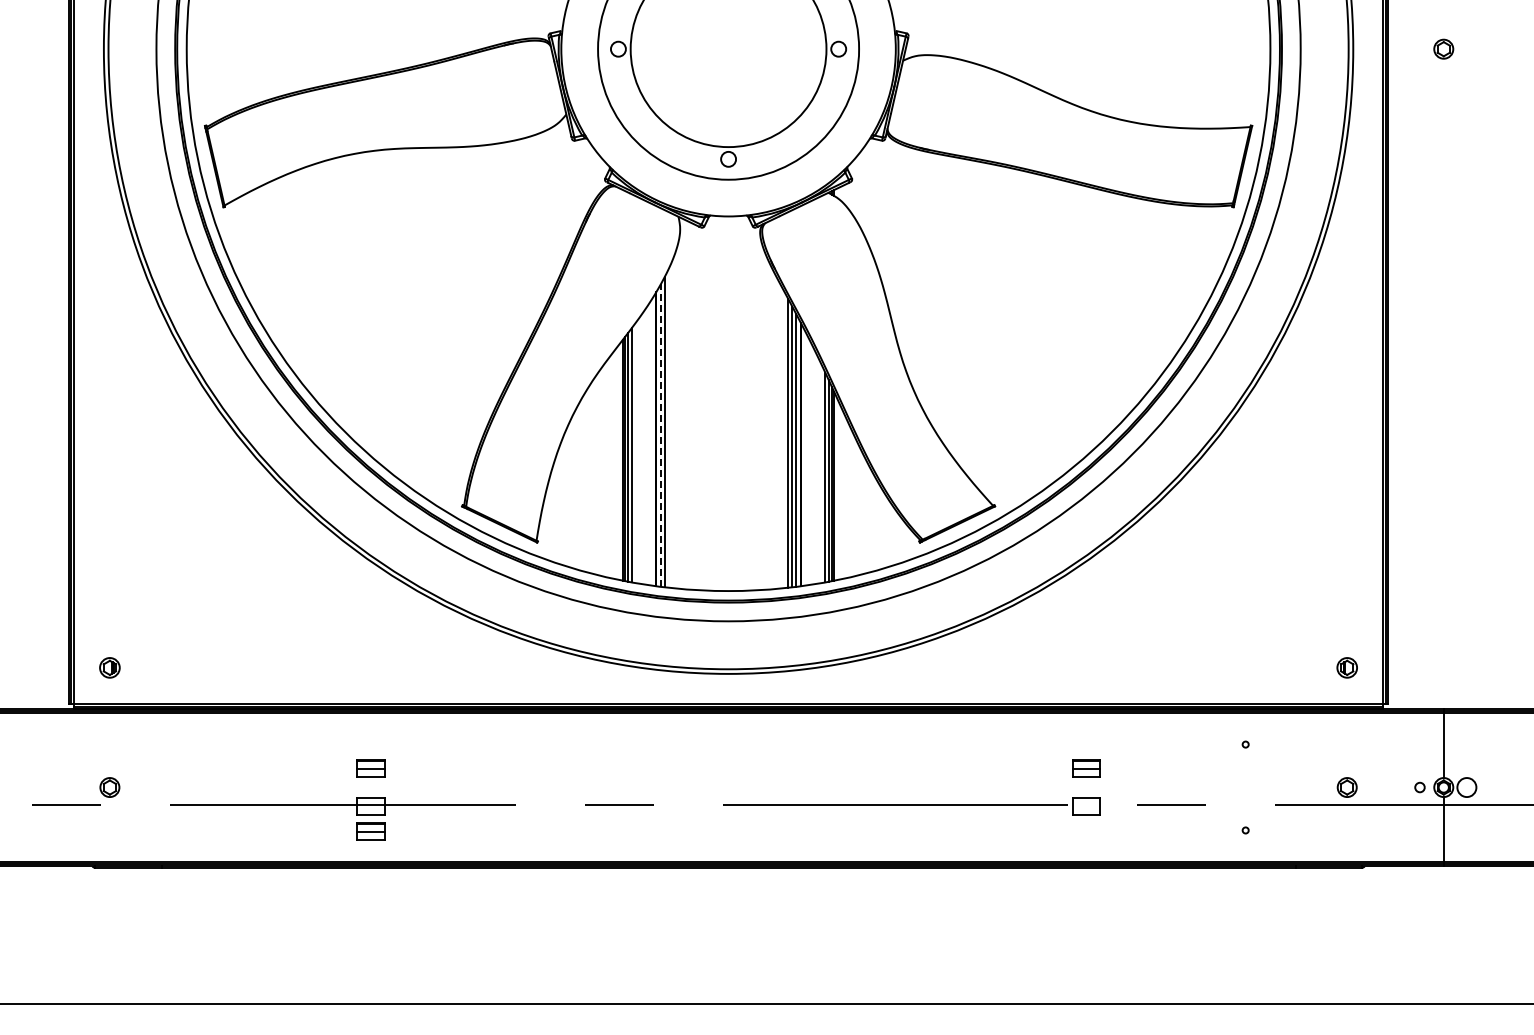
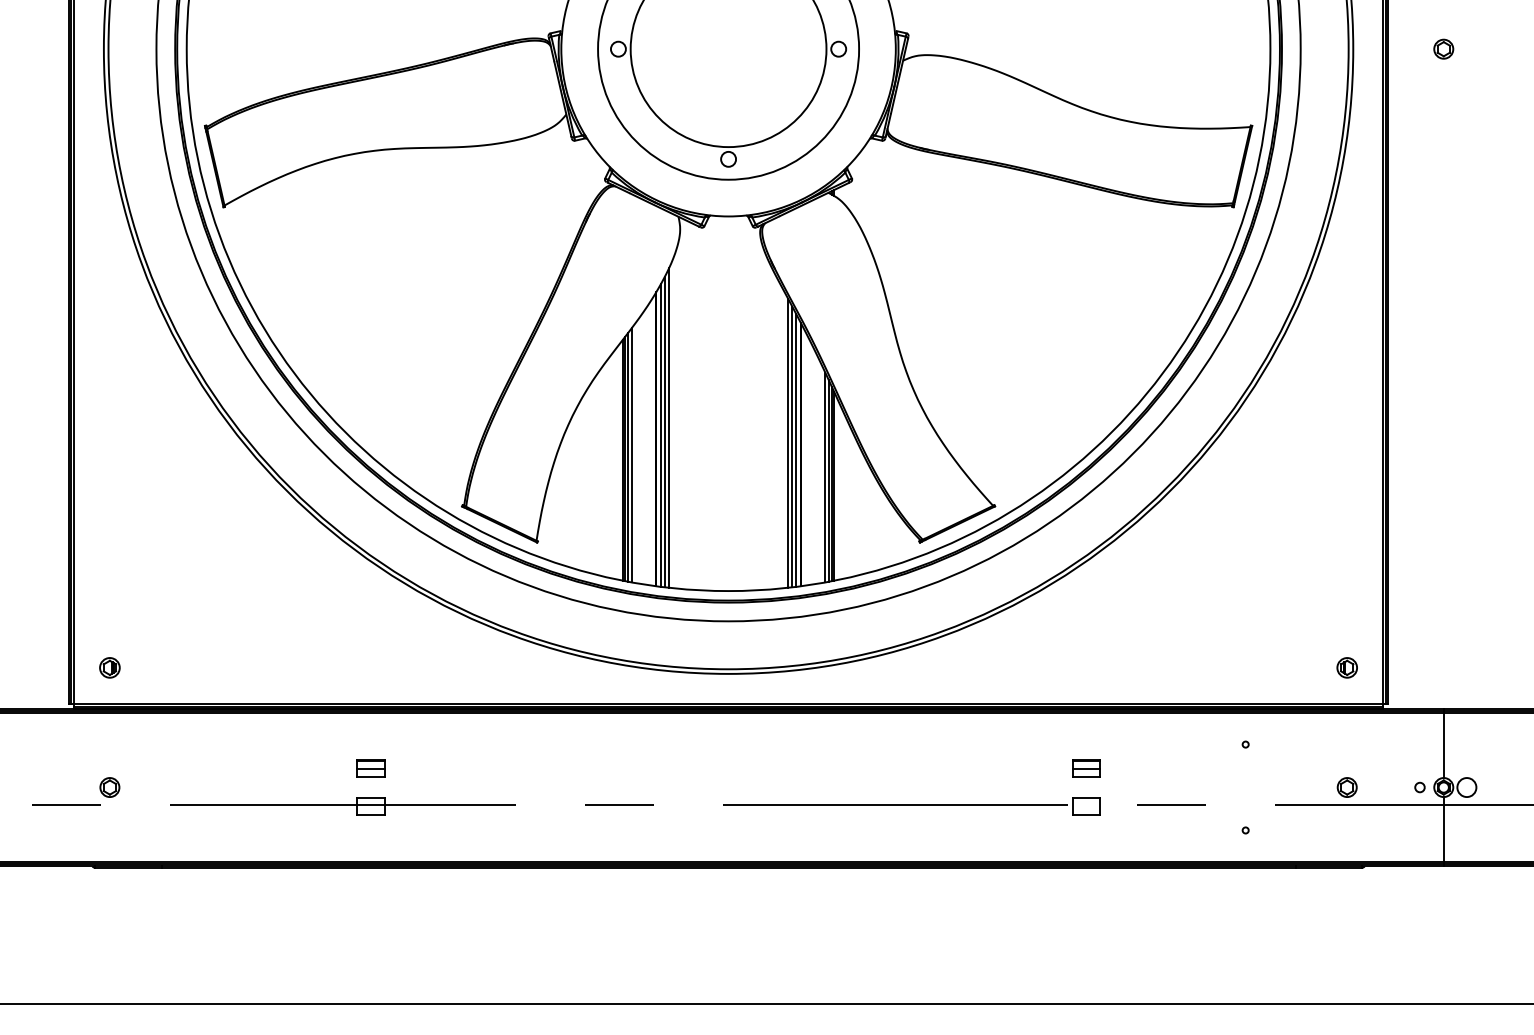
line at (669, 427): none -> present
line at (660, 434): dashed -> solid
part at (370, 831): present -> none
